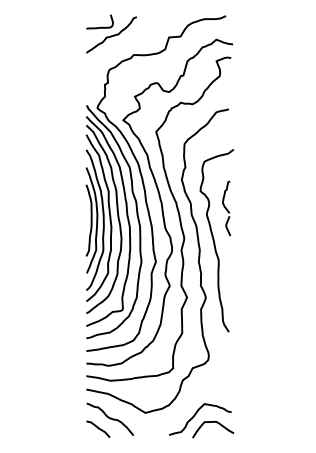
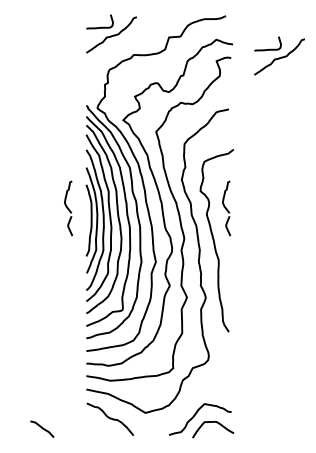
part at (279, 55): none -> present
part at (68, 208): none -> present
curve at (98, 428) position: (98, 428) -> (42, 428)
